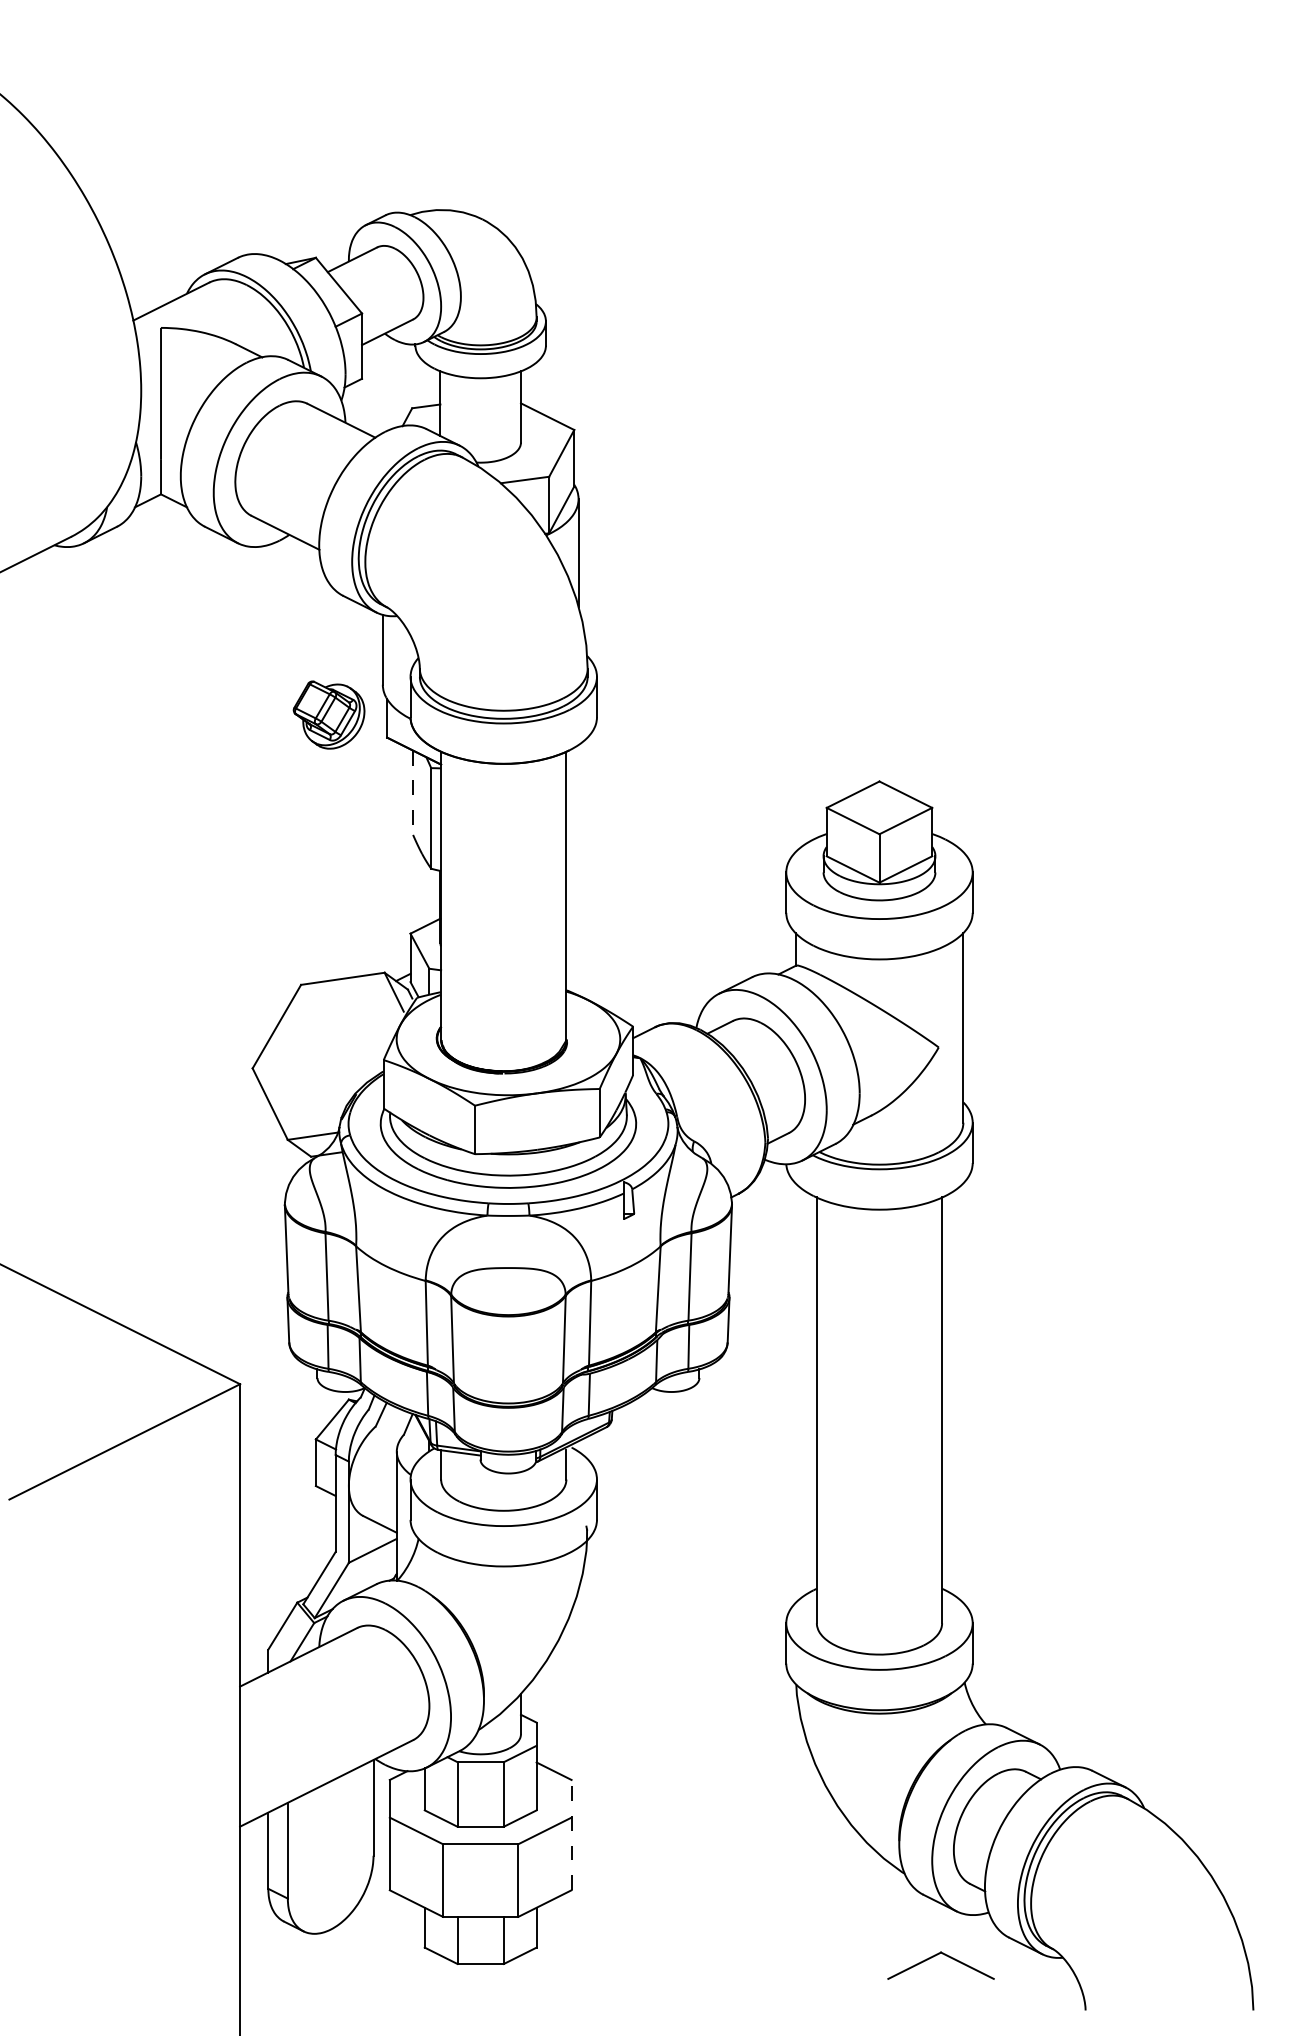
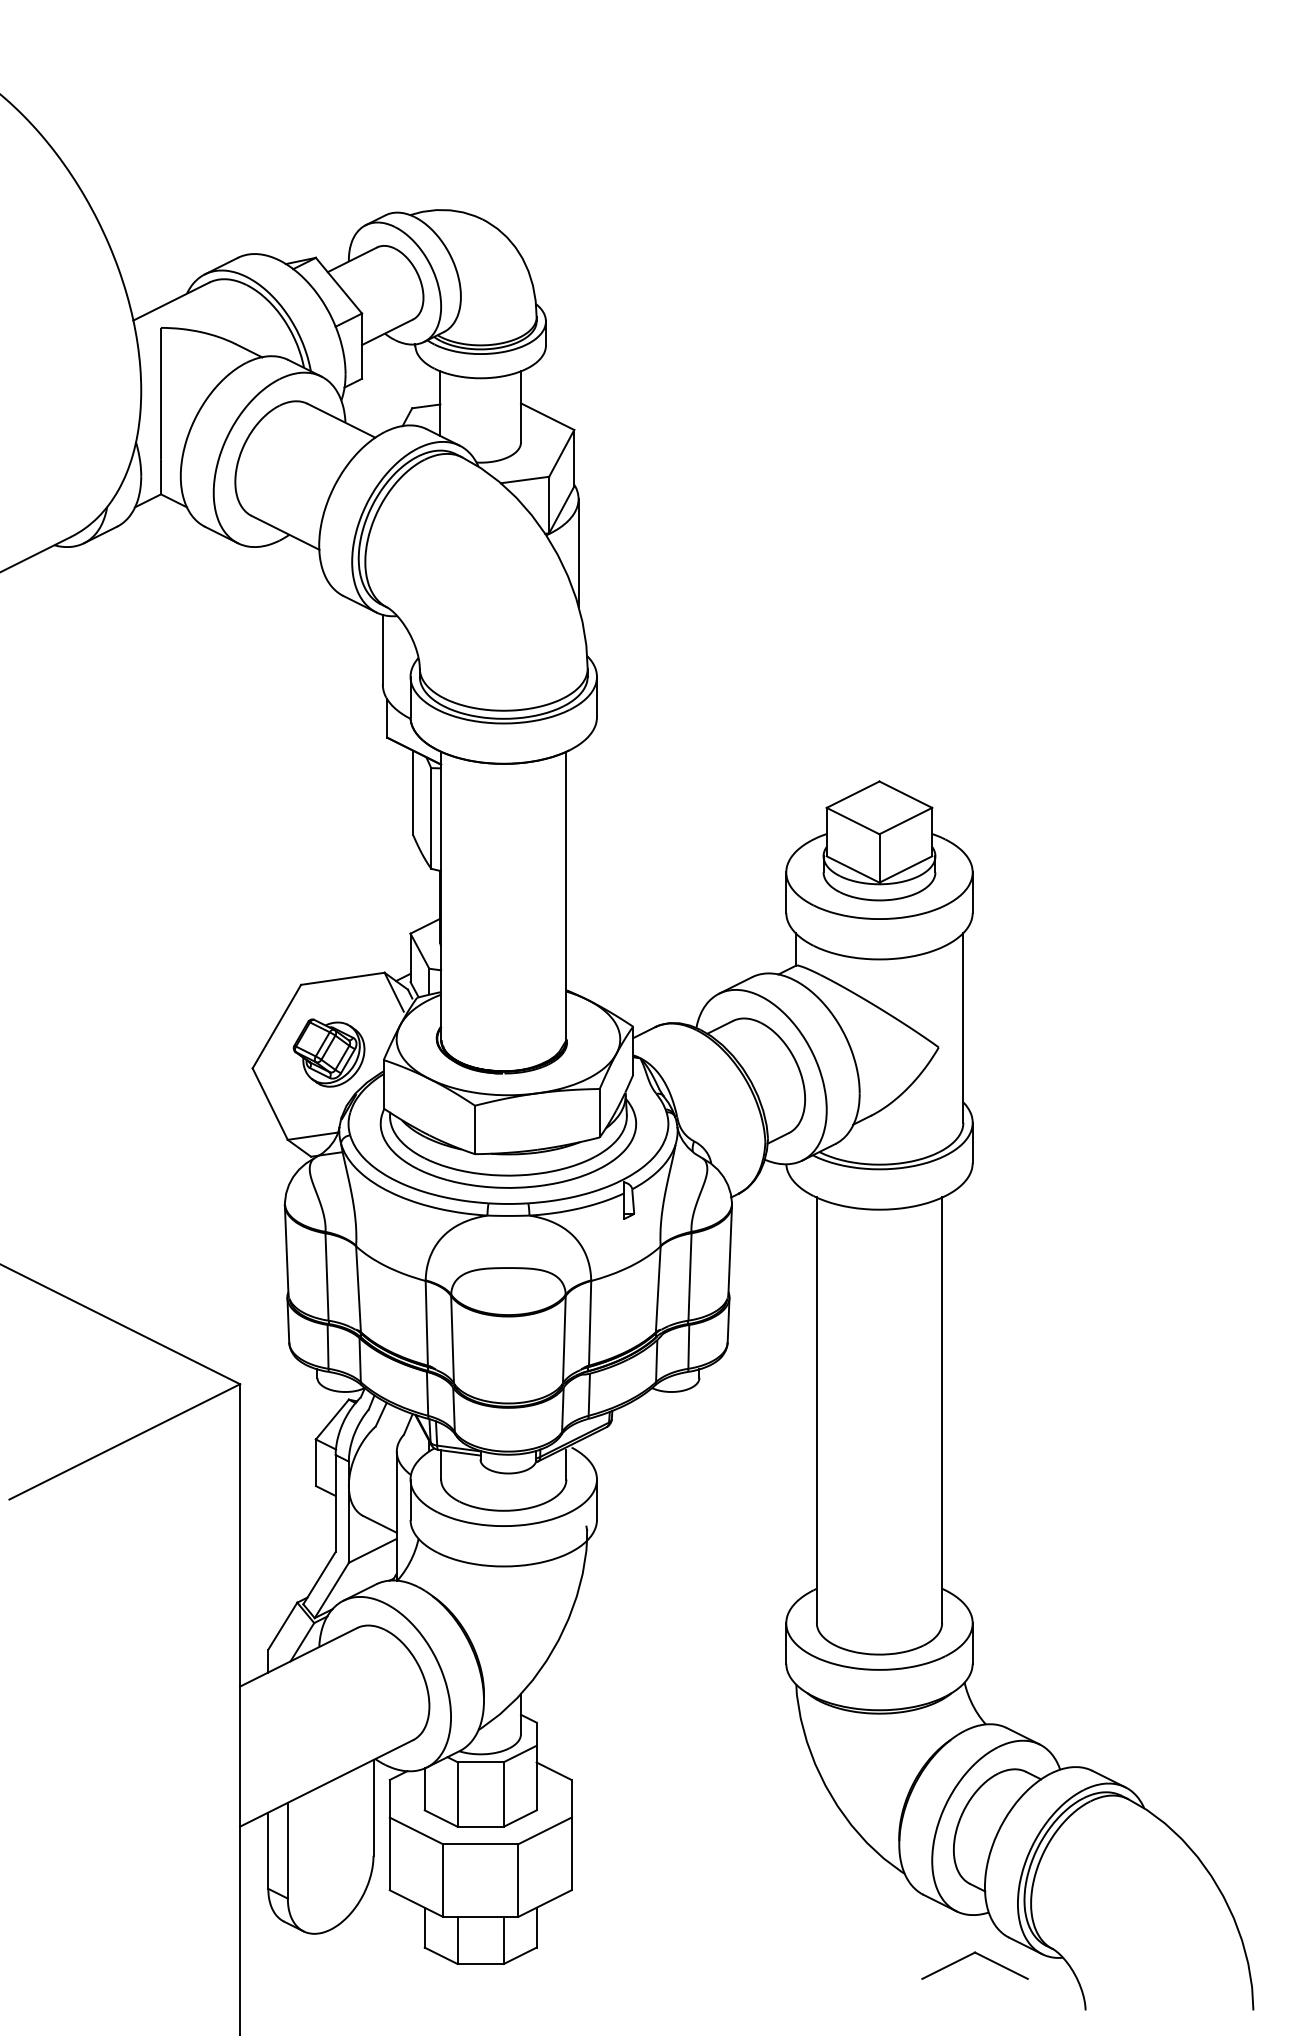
part at (328, 714) position: (328, 714) -> (328, 1052)
line at (413, 793): dashed -> solid
line at (571, 1834): dashed -> solid
part at (935, 1956) position: (935, 1956) -> (969, 1956)
